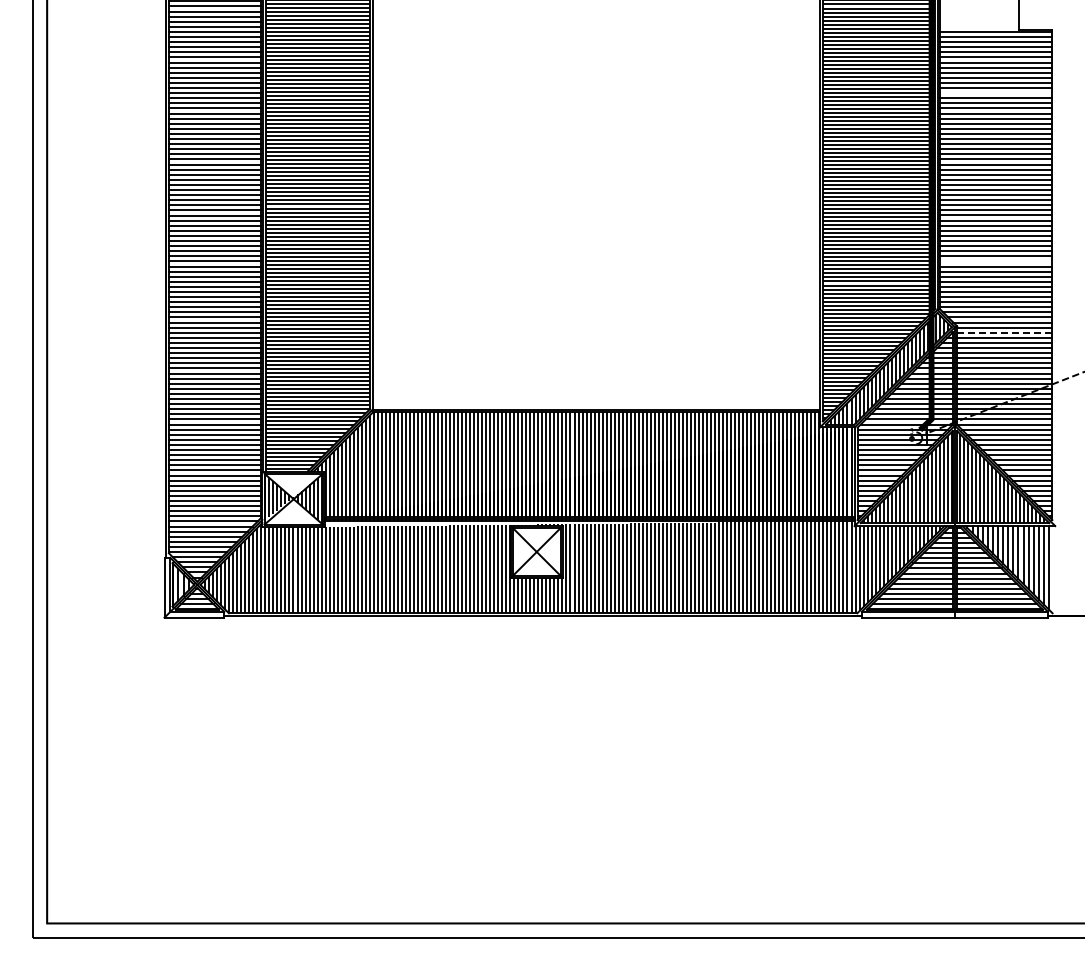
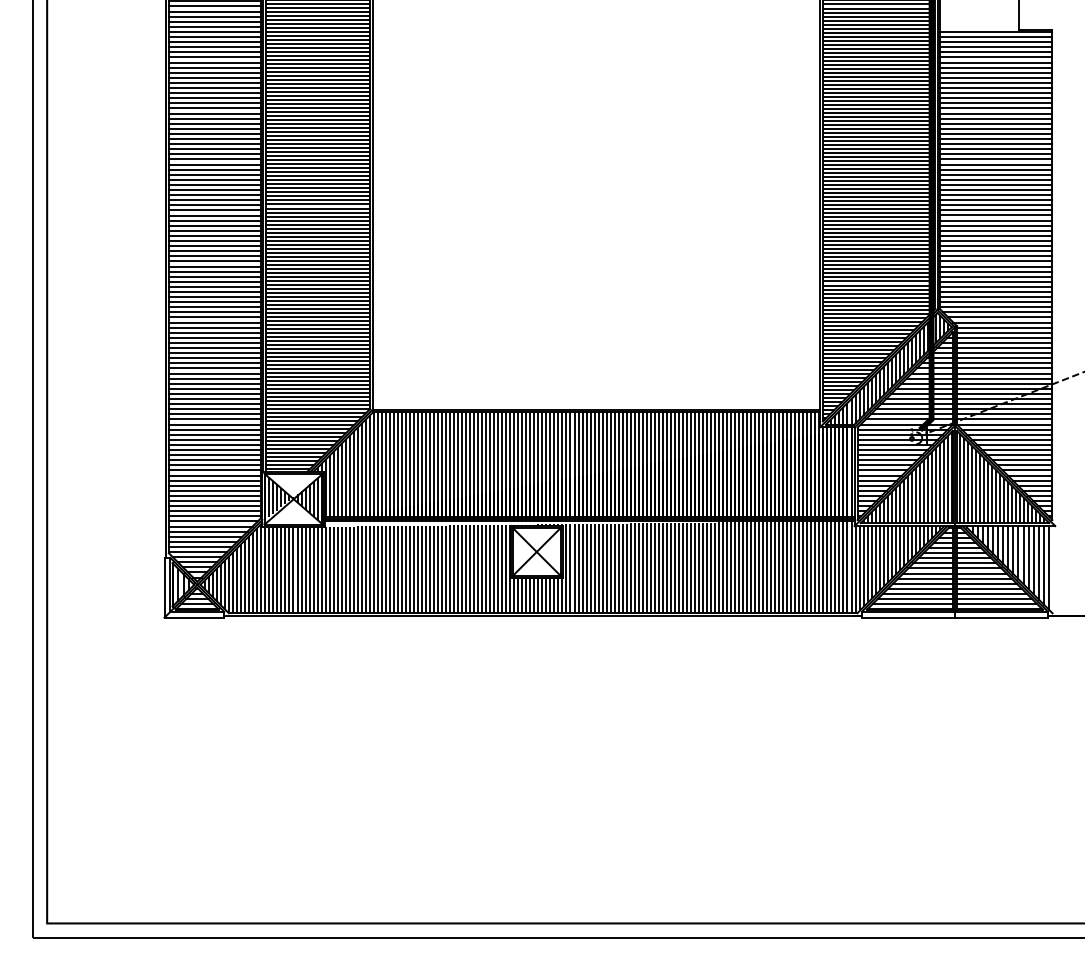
line at (995, 93): none -> present
line at (995, 261): none -> present
line at (1004, 332): dashed -> solid
